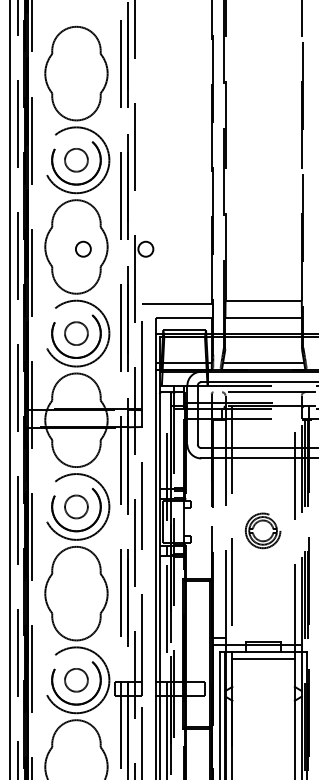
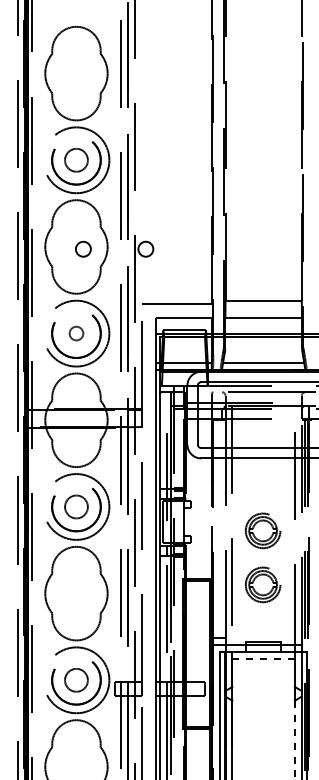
circle at (76, 333) size: 25x25 px -> 17x17 px
line at (9, 389): present -> none
part at (262, 584): none -> present
line at (263, 659): solid -> dashed
line at (294, 740): solid -> dashed
